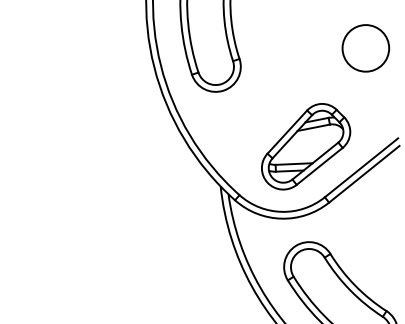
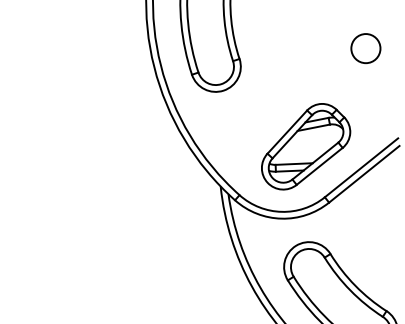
circle at (365, 48) size: 50x49 px -> 32x32 px
